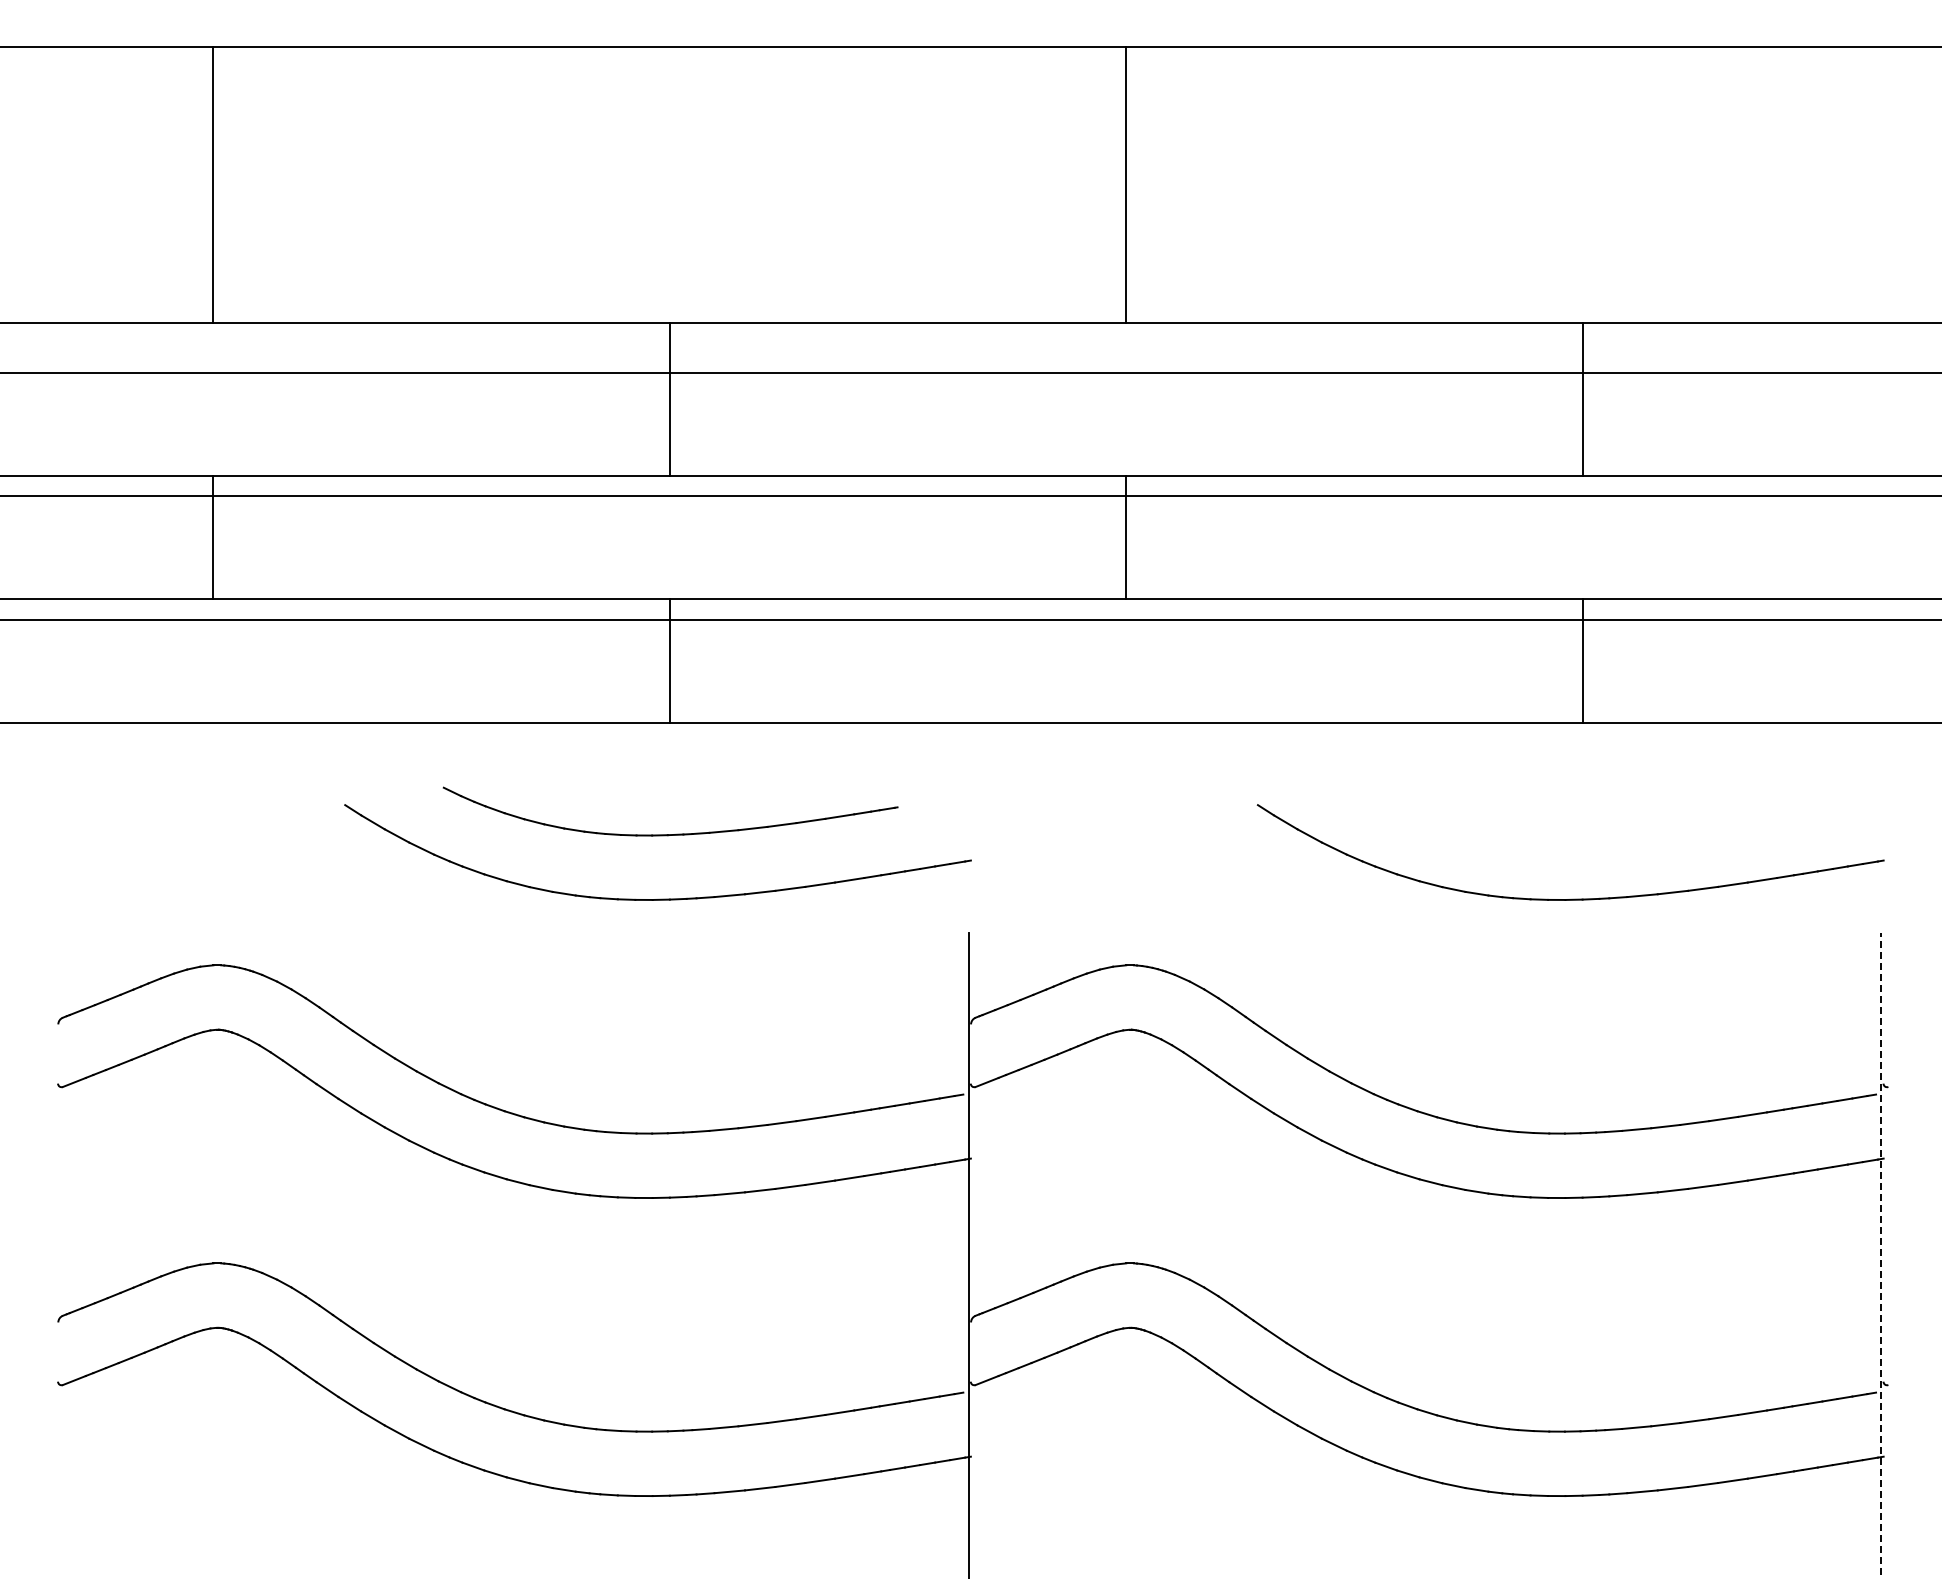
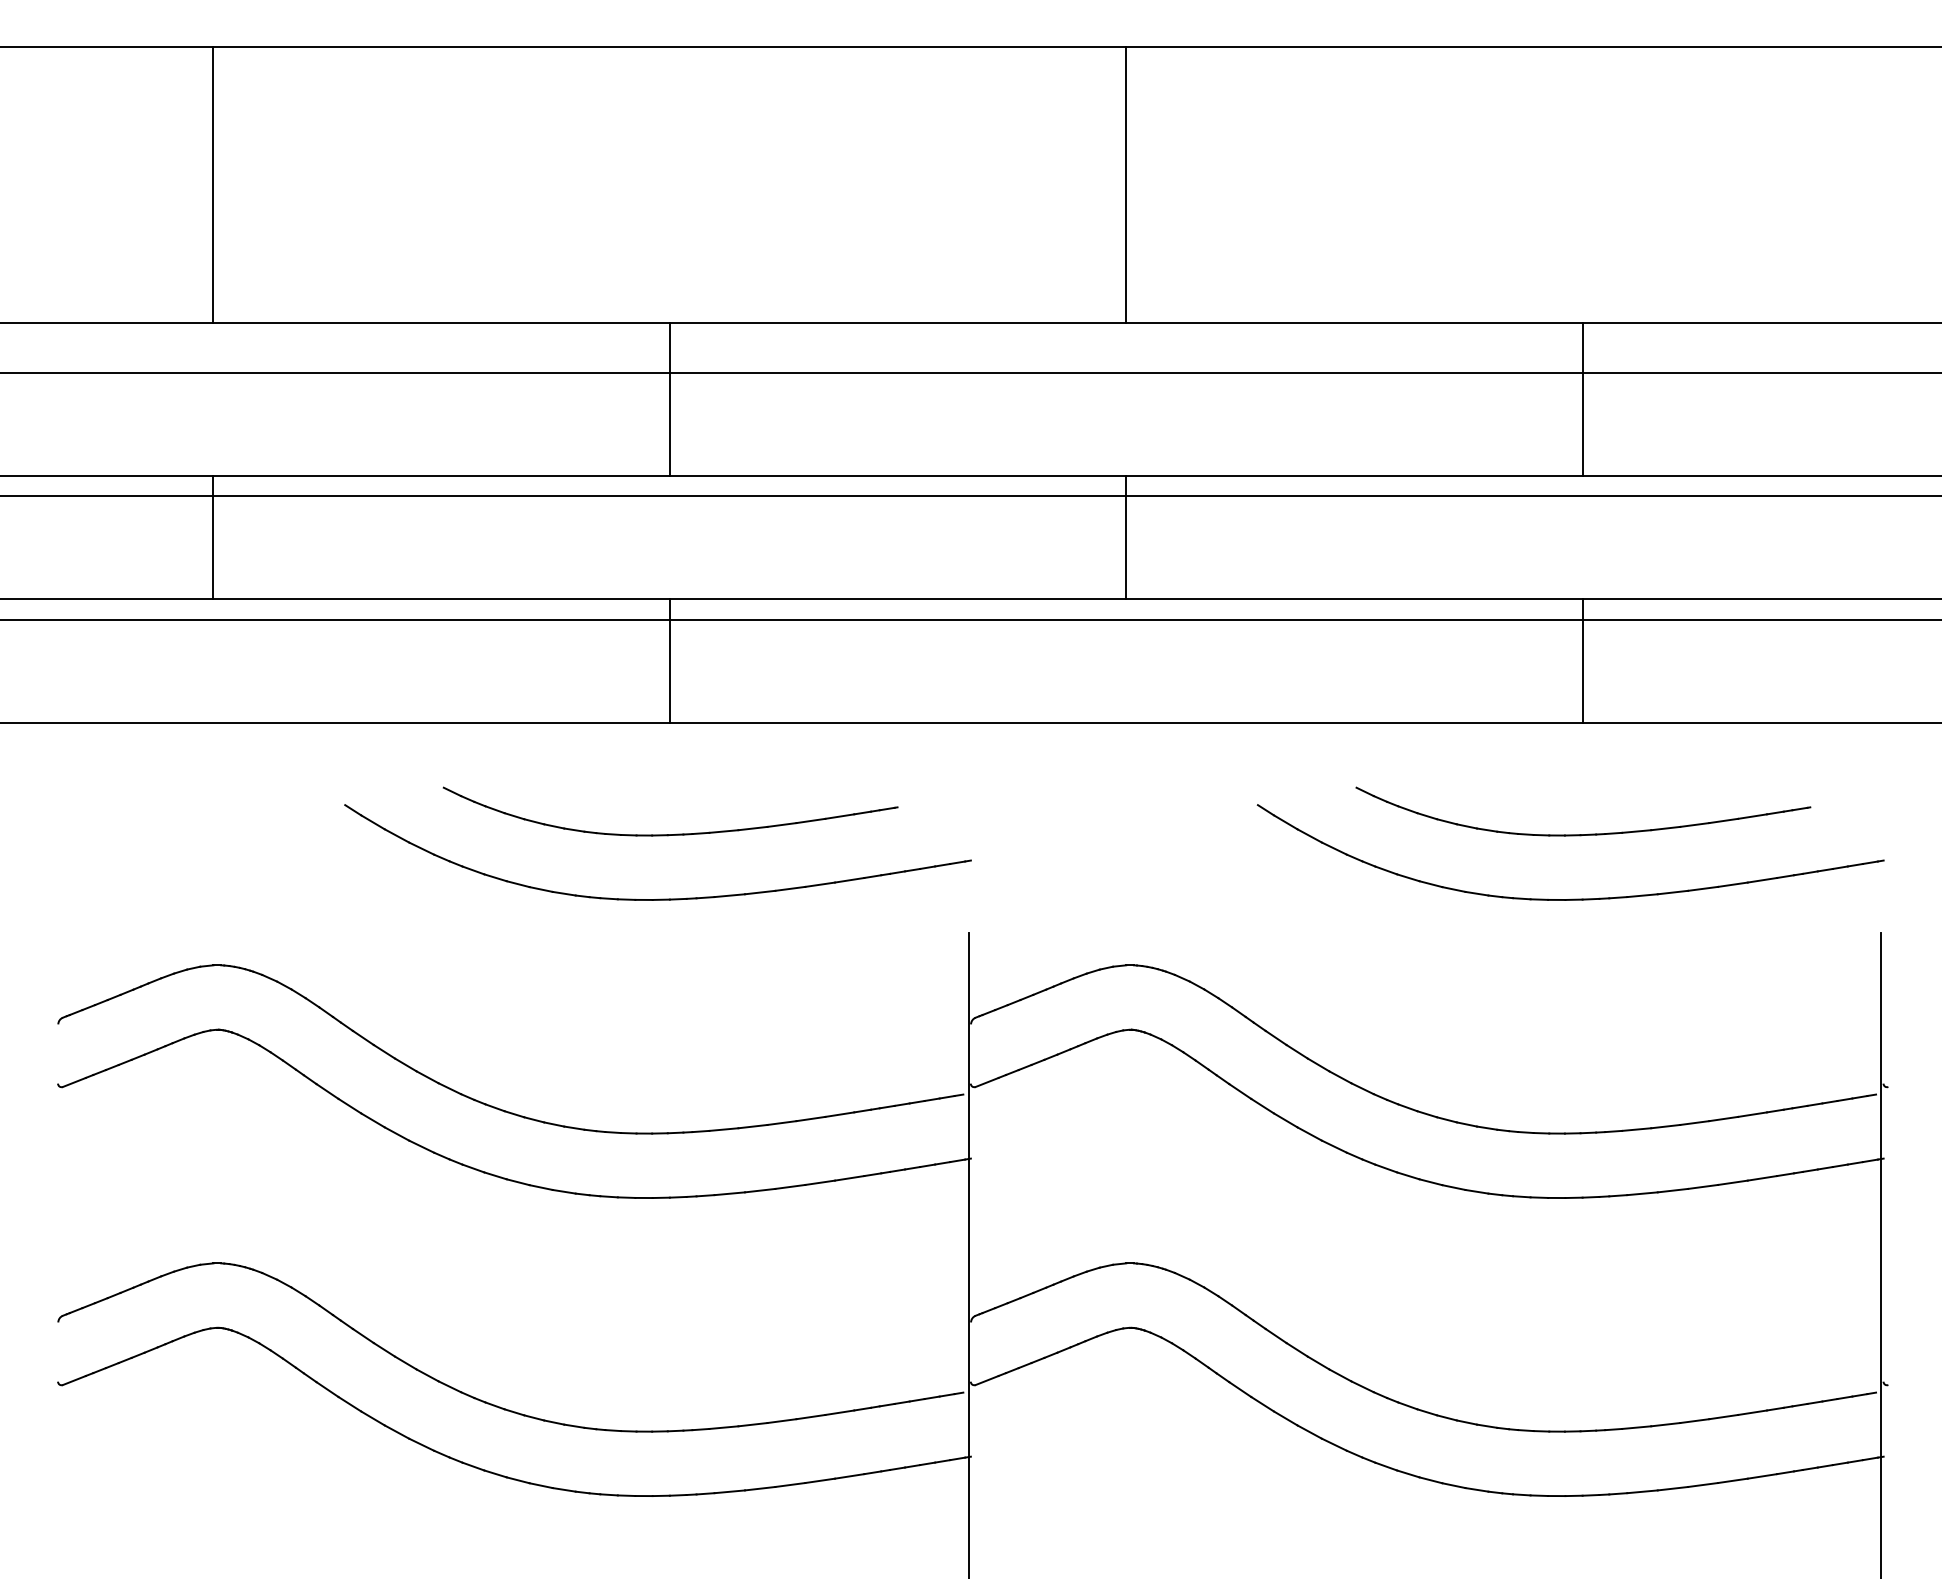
part at (1589, 833): none -> present
line at (1881, 1255): dashed -> solid
